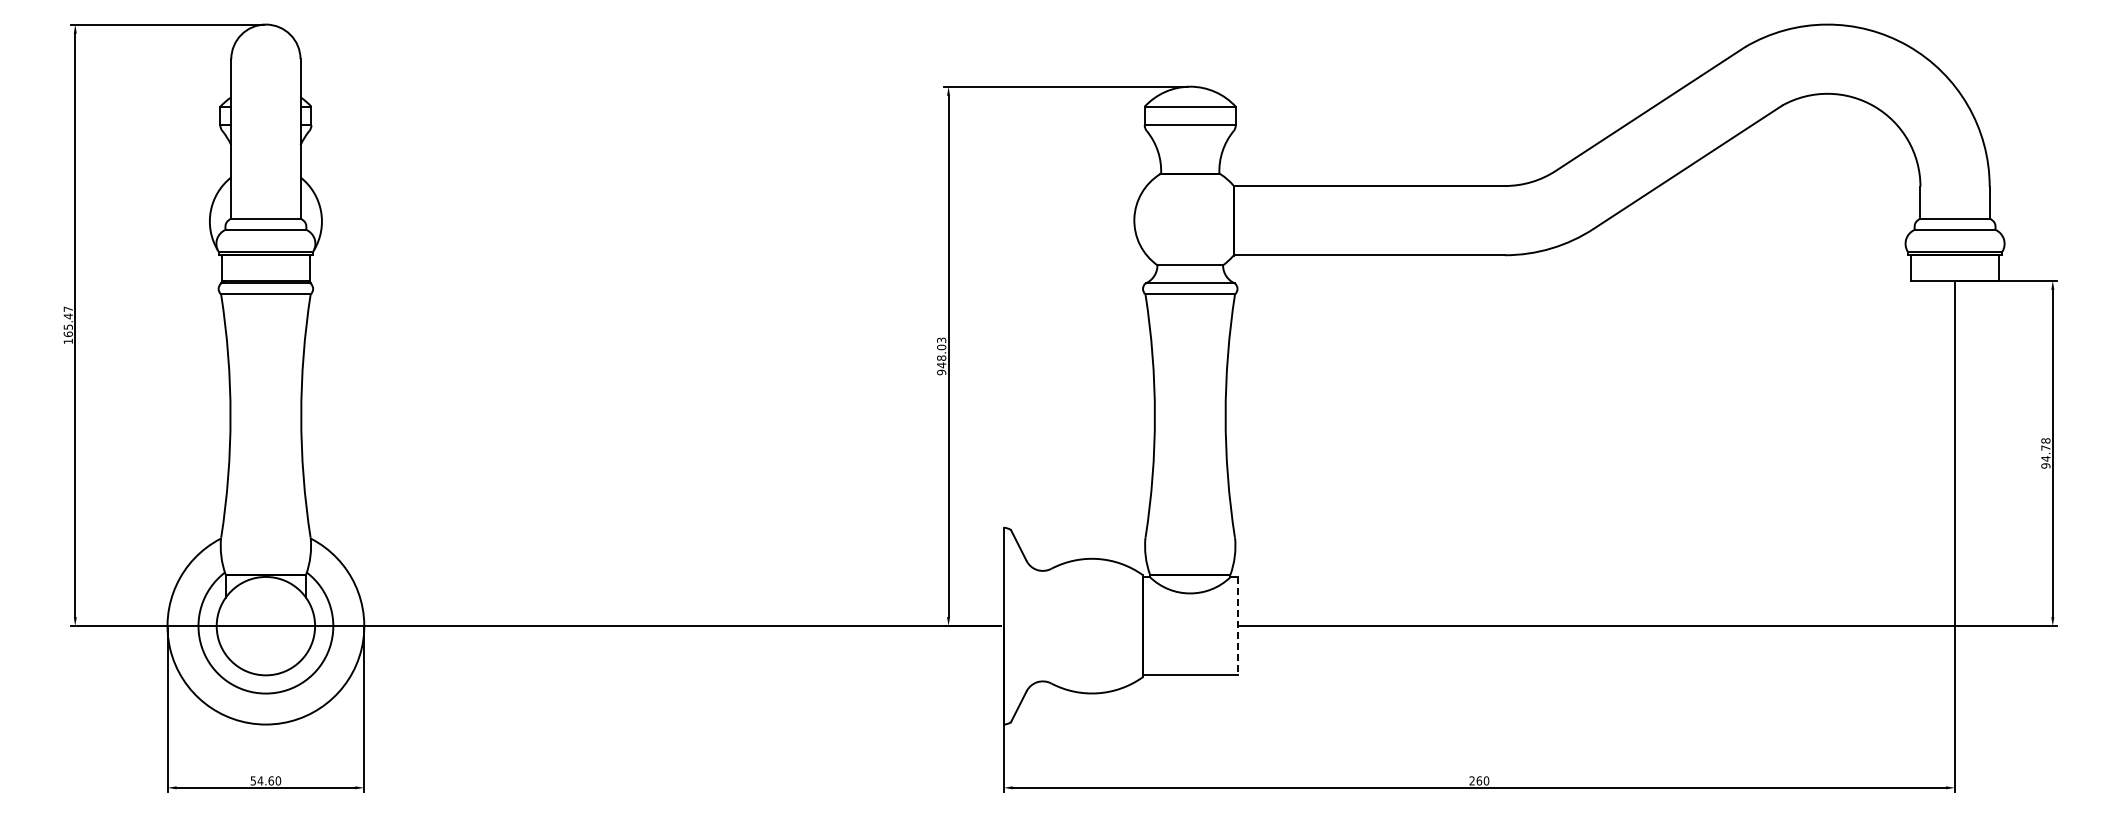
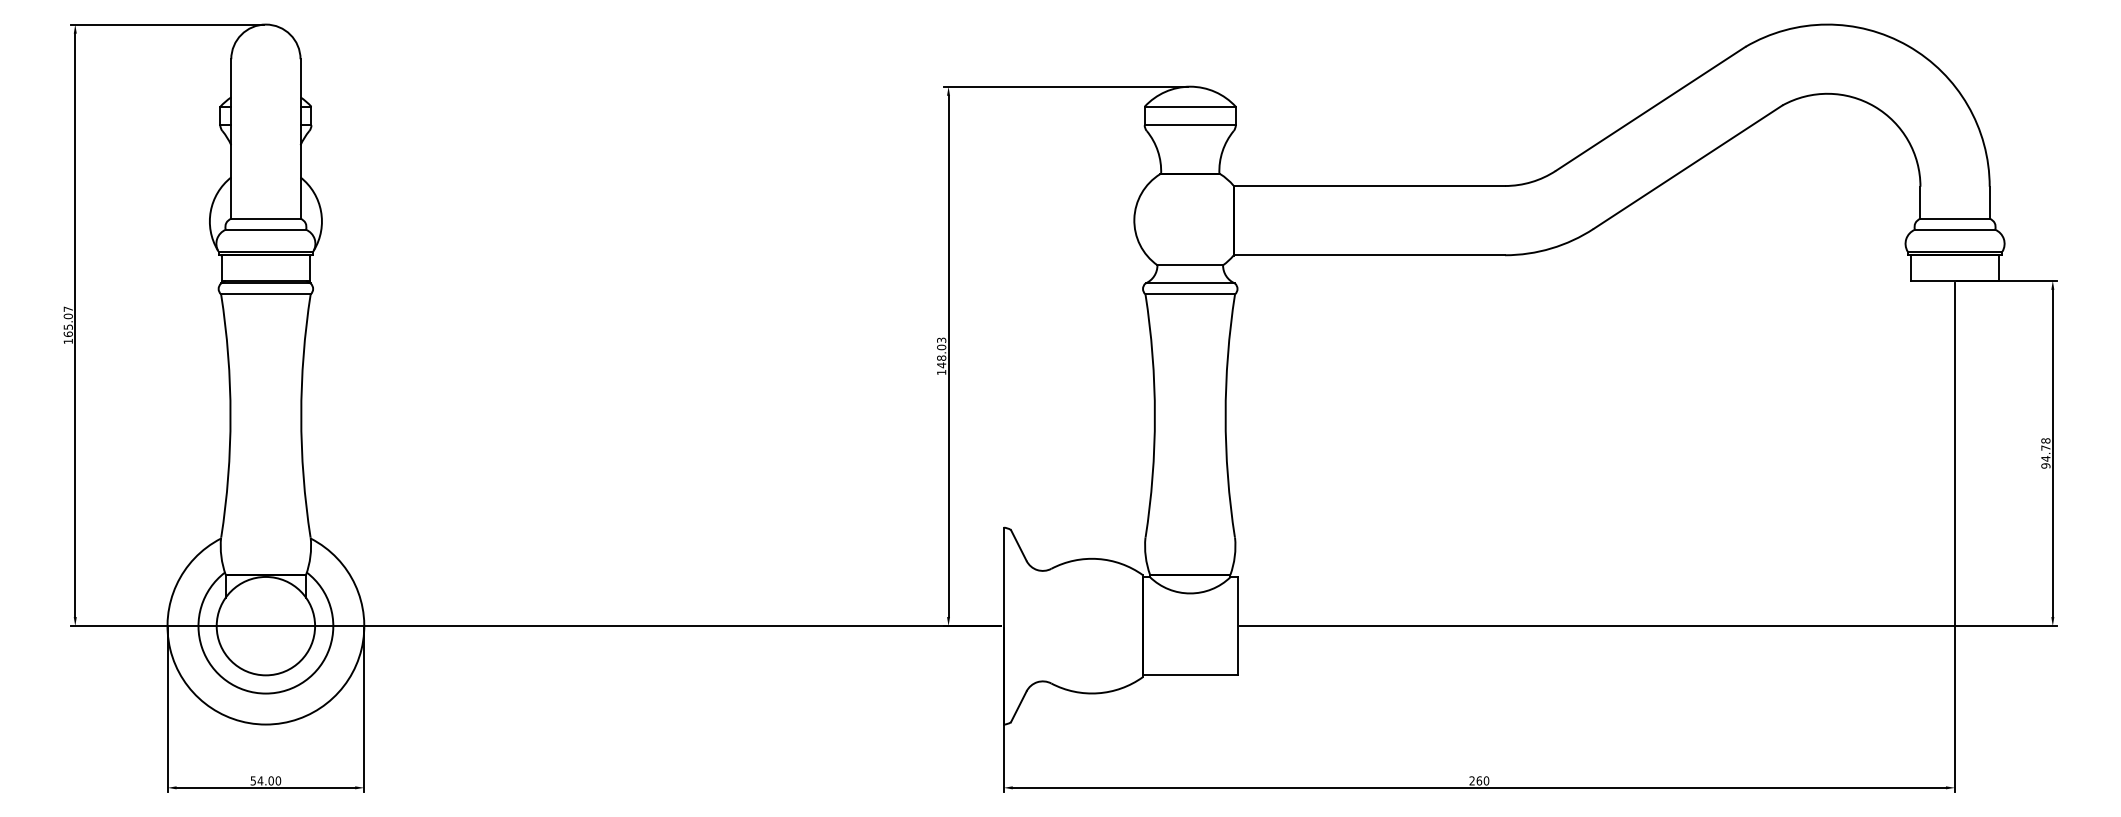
text at (67, 316): 165.47 -> 165.07
text at (941, 372): 948.03 -> 148.03
line at (1237, 626): dashed -> solid
text at (271, 780): 54.60 -> 54.00
